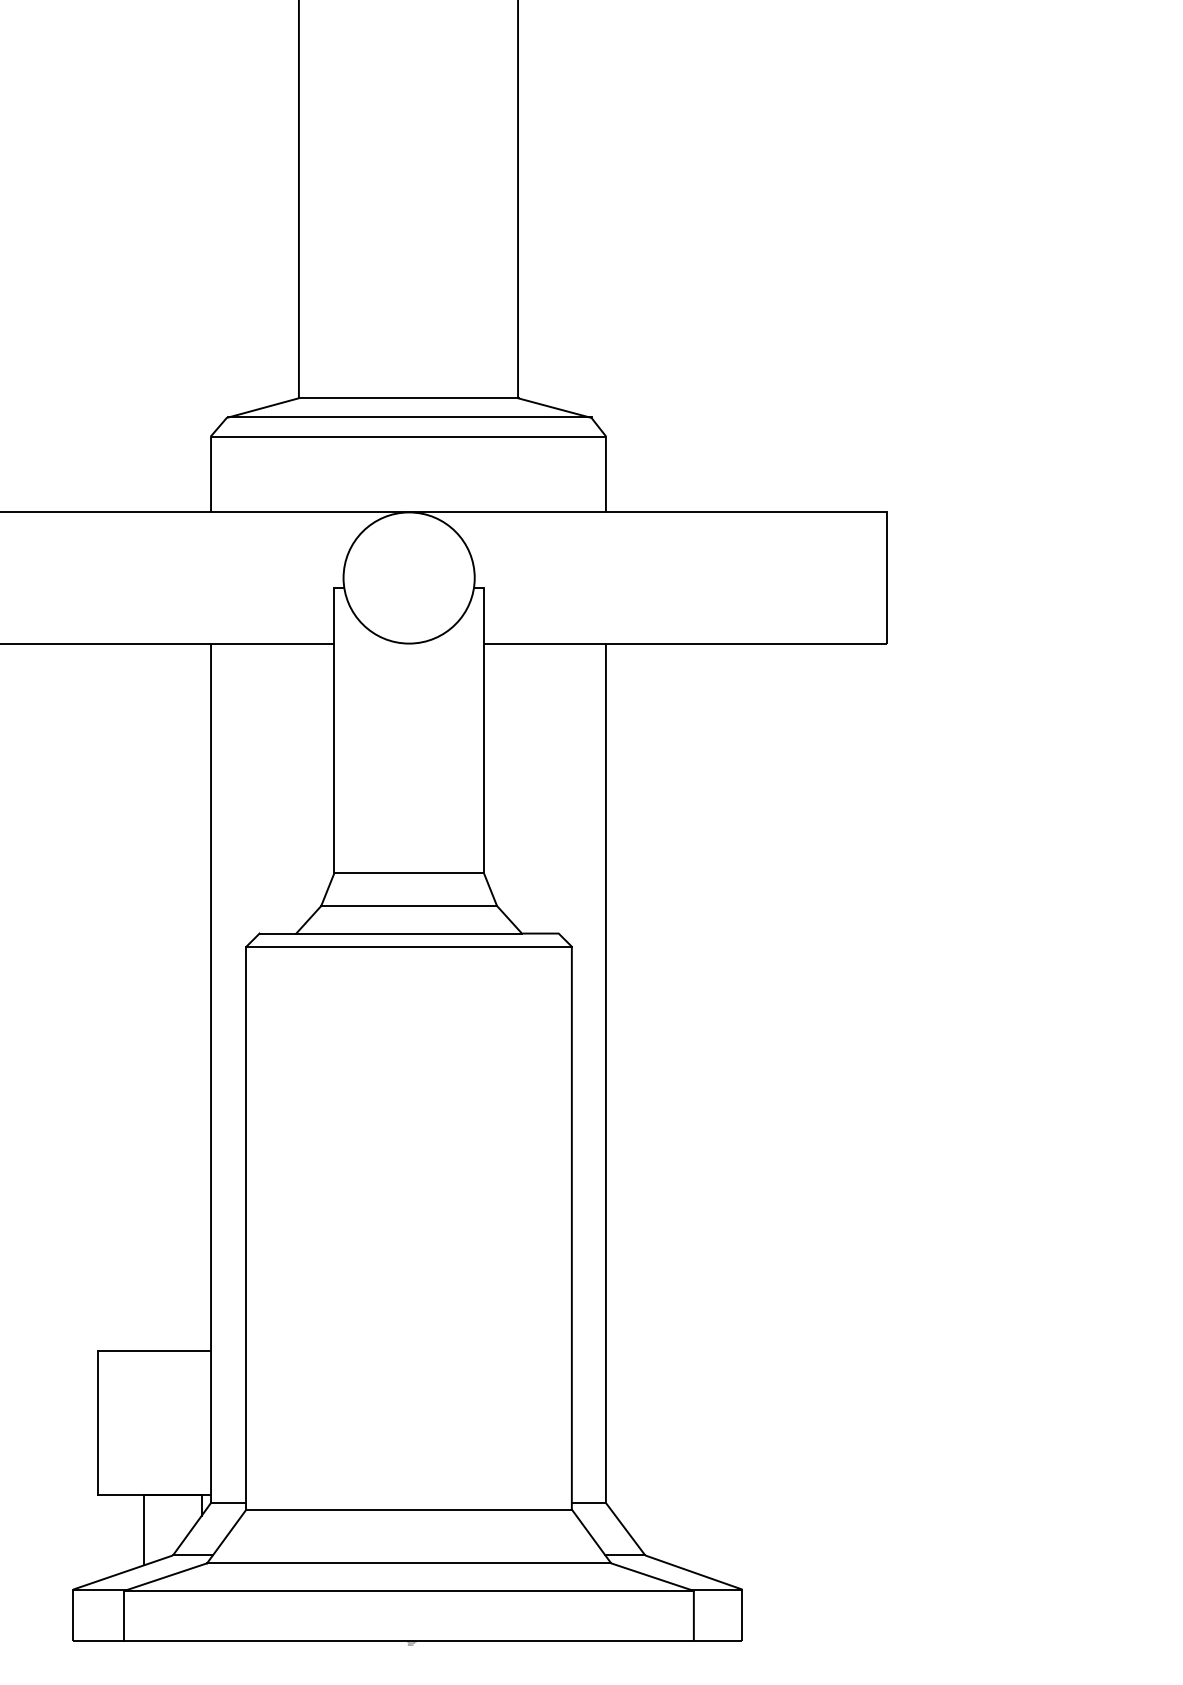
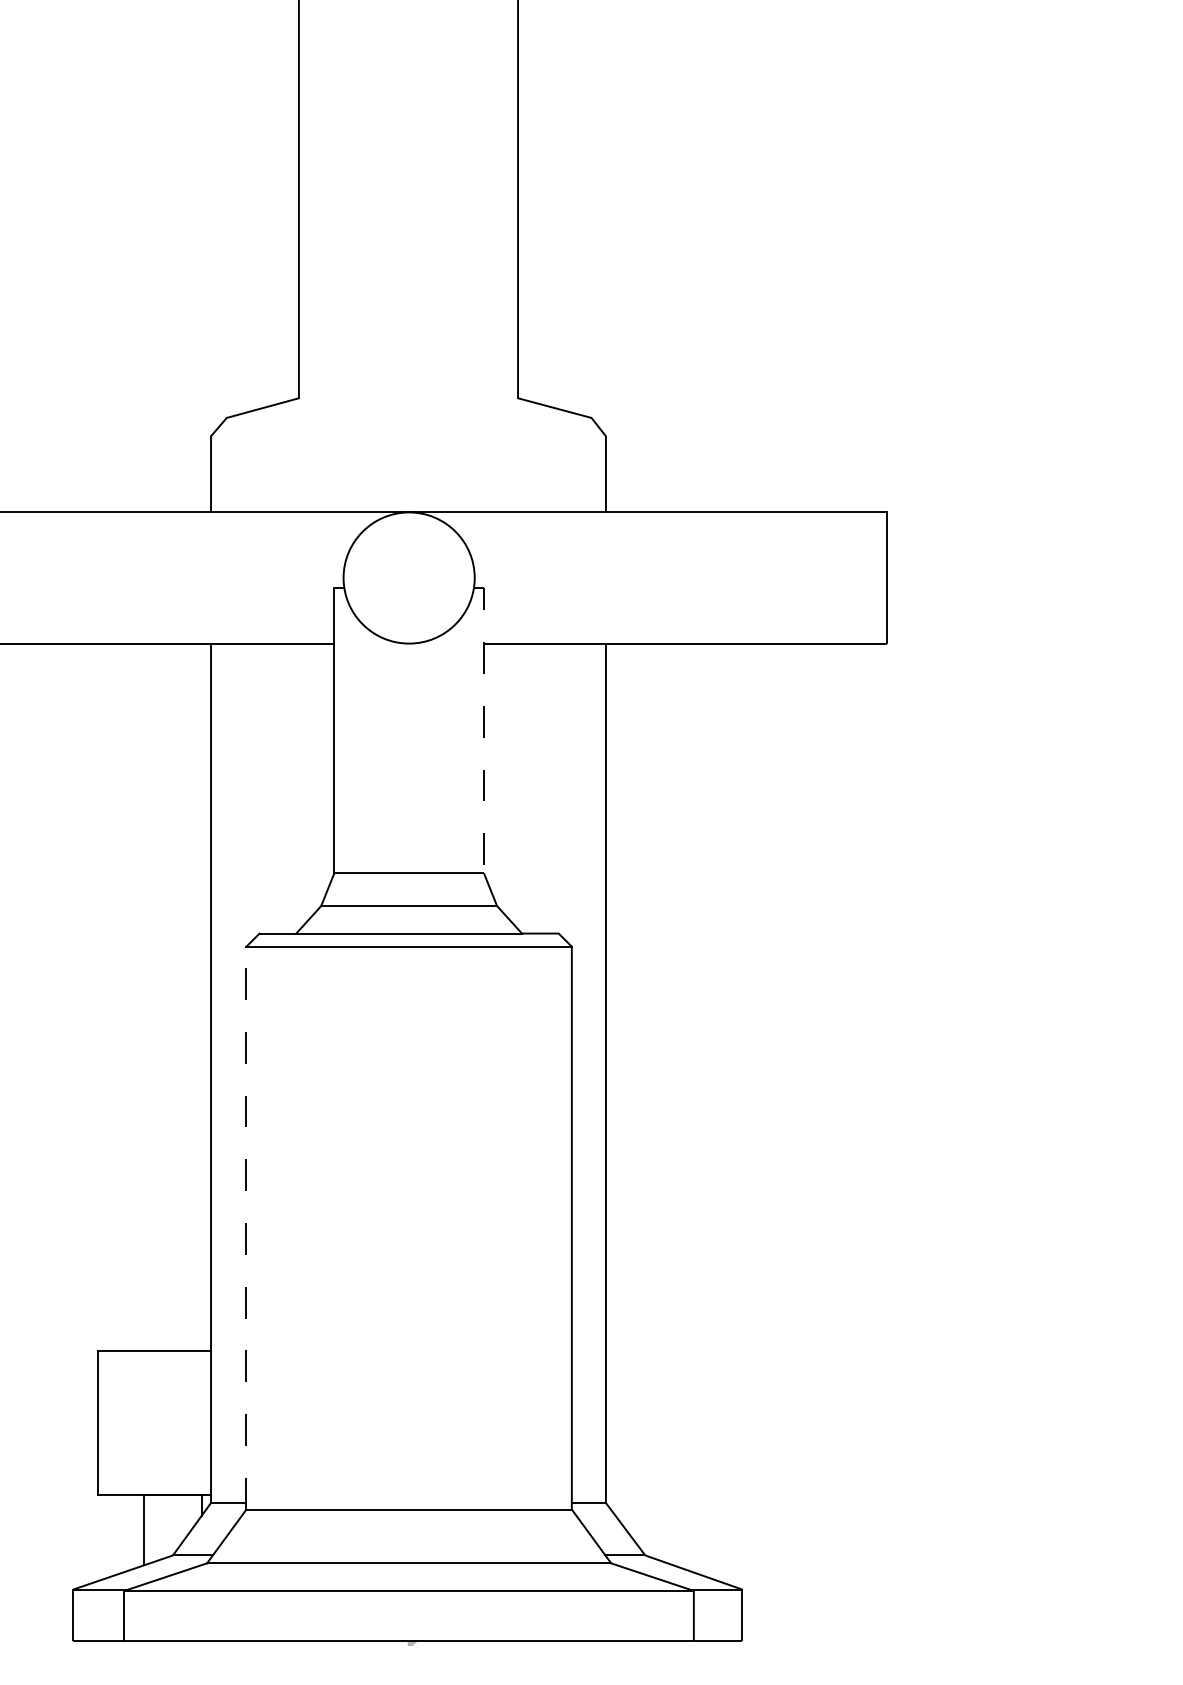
line at (408, 397): present -> none
line at (410, 416): present -> none
line at (407, 437): present -> none
line at (483, 725): solid -> dashed
line at (246, 1227): solid -> dashed
